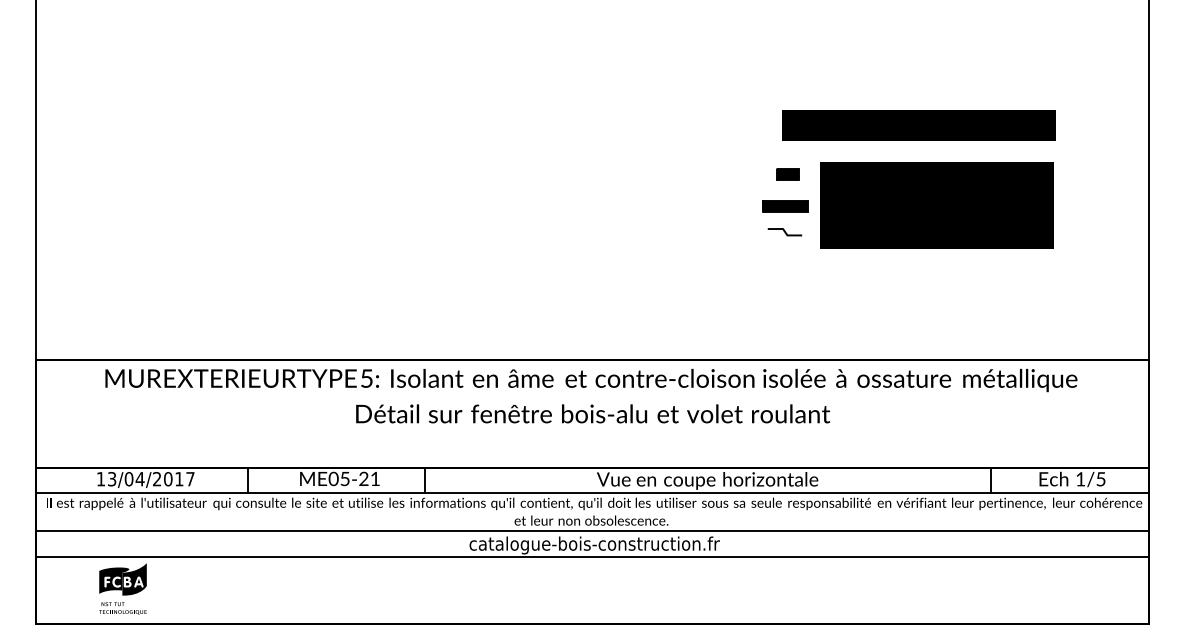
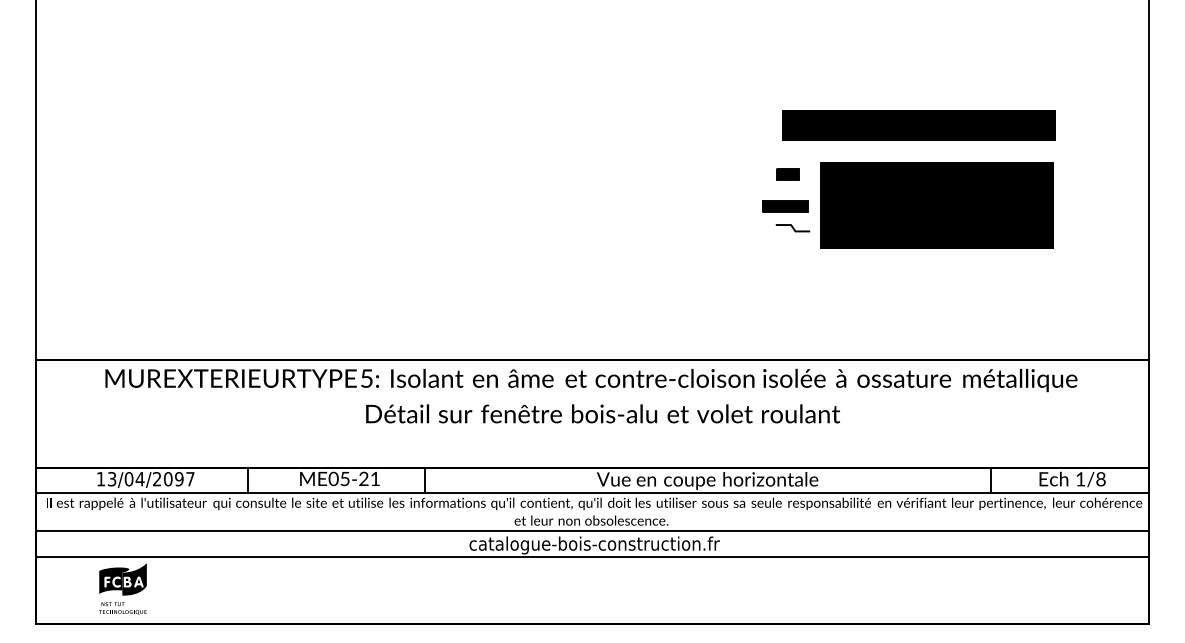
line at (784, 232) position: (784, 232) -> (792, 228)
text at (593, 413) position: (593, 413) -> (603, 413)
text at (179, 479): 13/04/2017 -> 13/04/2097
text at (1100, 479): 1/5 -> 1/8
